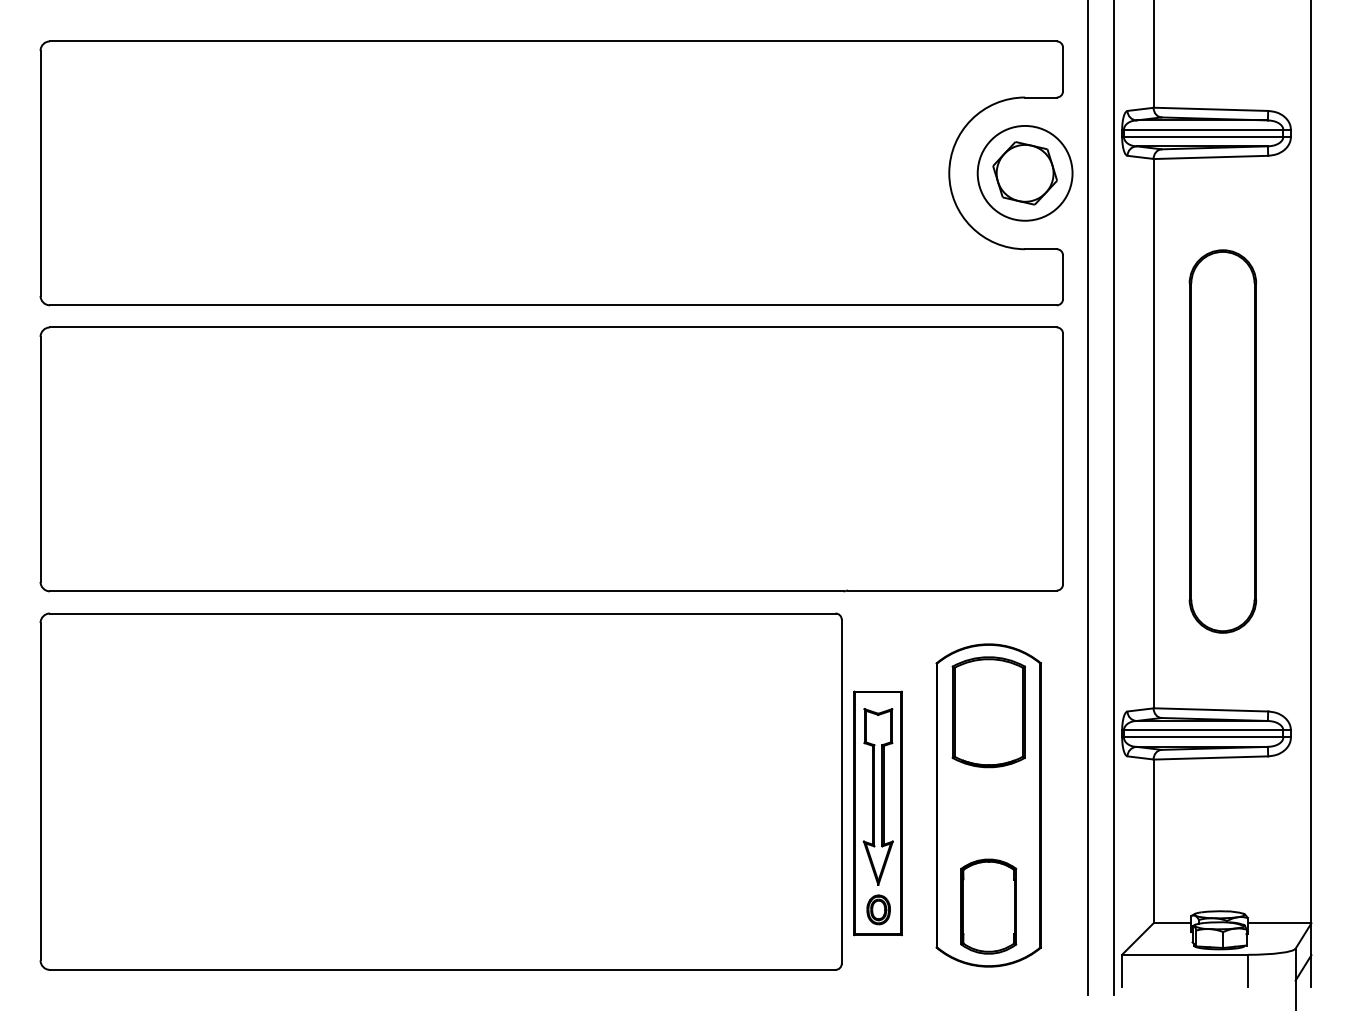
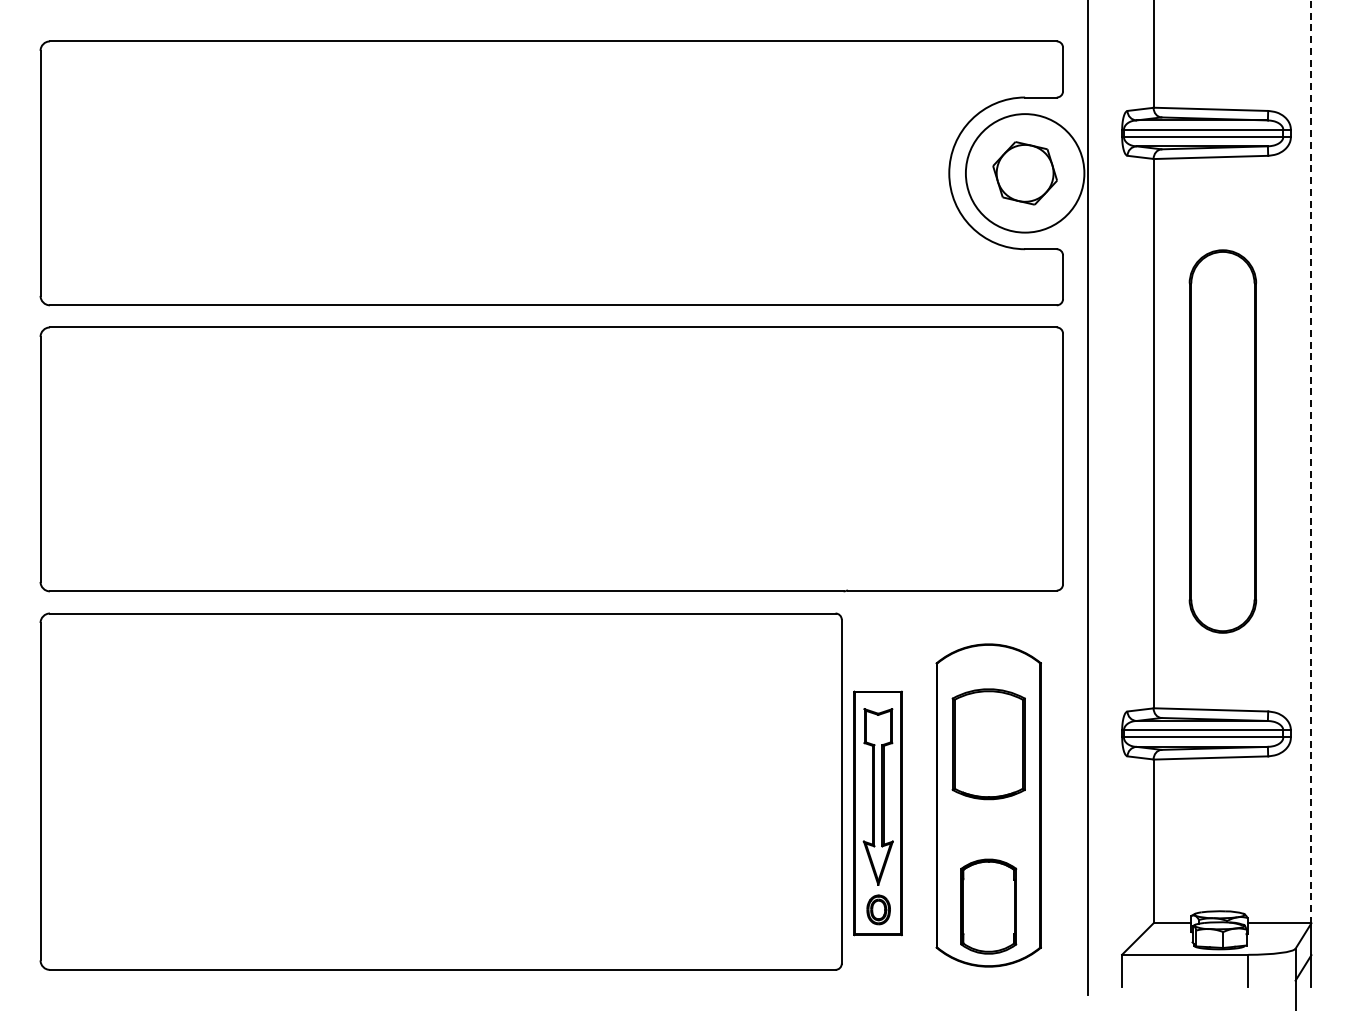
circle at (1024, 172) diameter: 95 px -> 119 px
line at (1311, 462): solid -> dashed
line at (1113, 498): present -> none
part at (988, 712) position: (988, 712) -> (988, 744)
